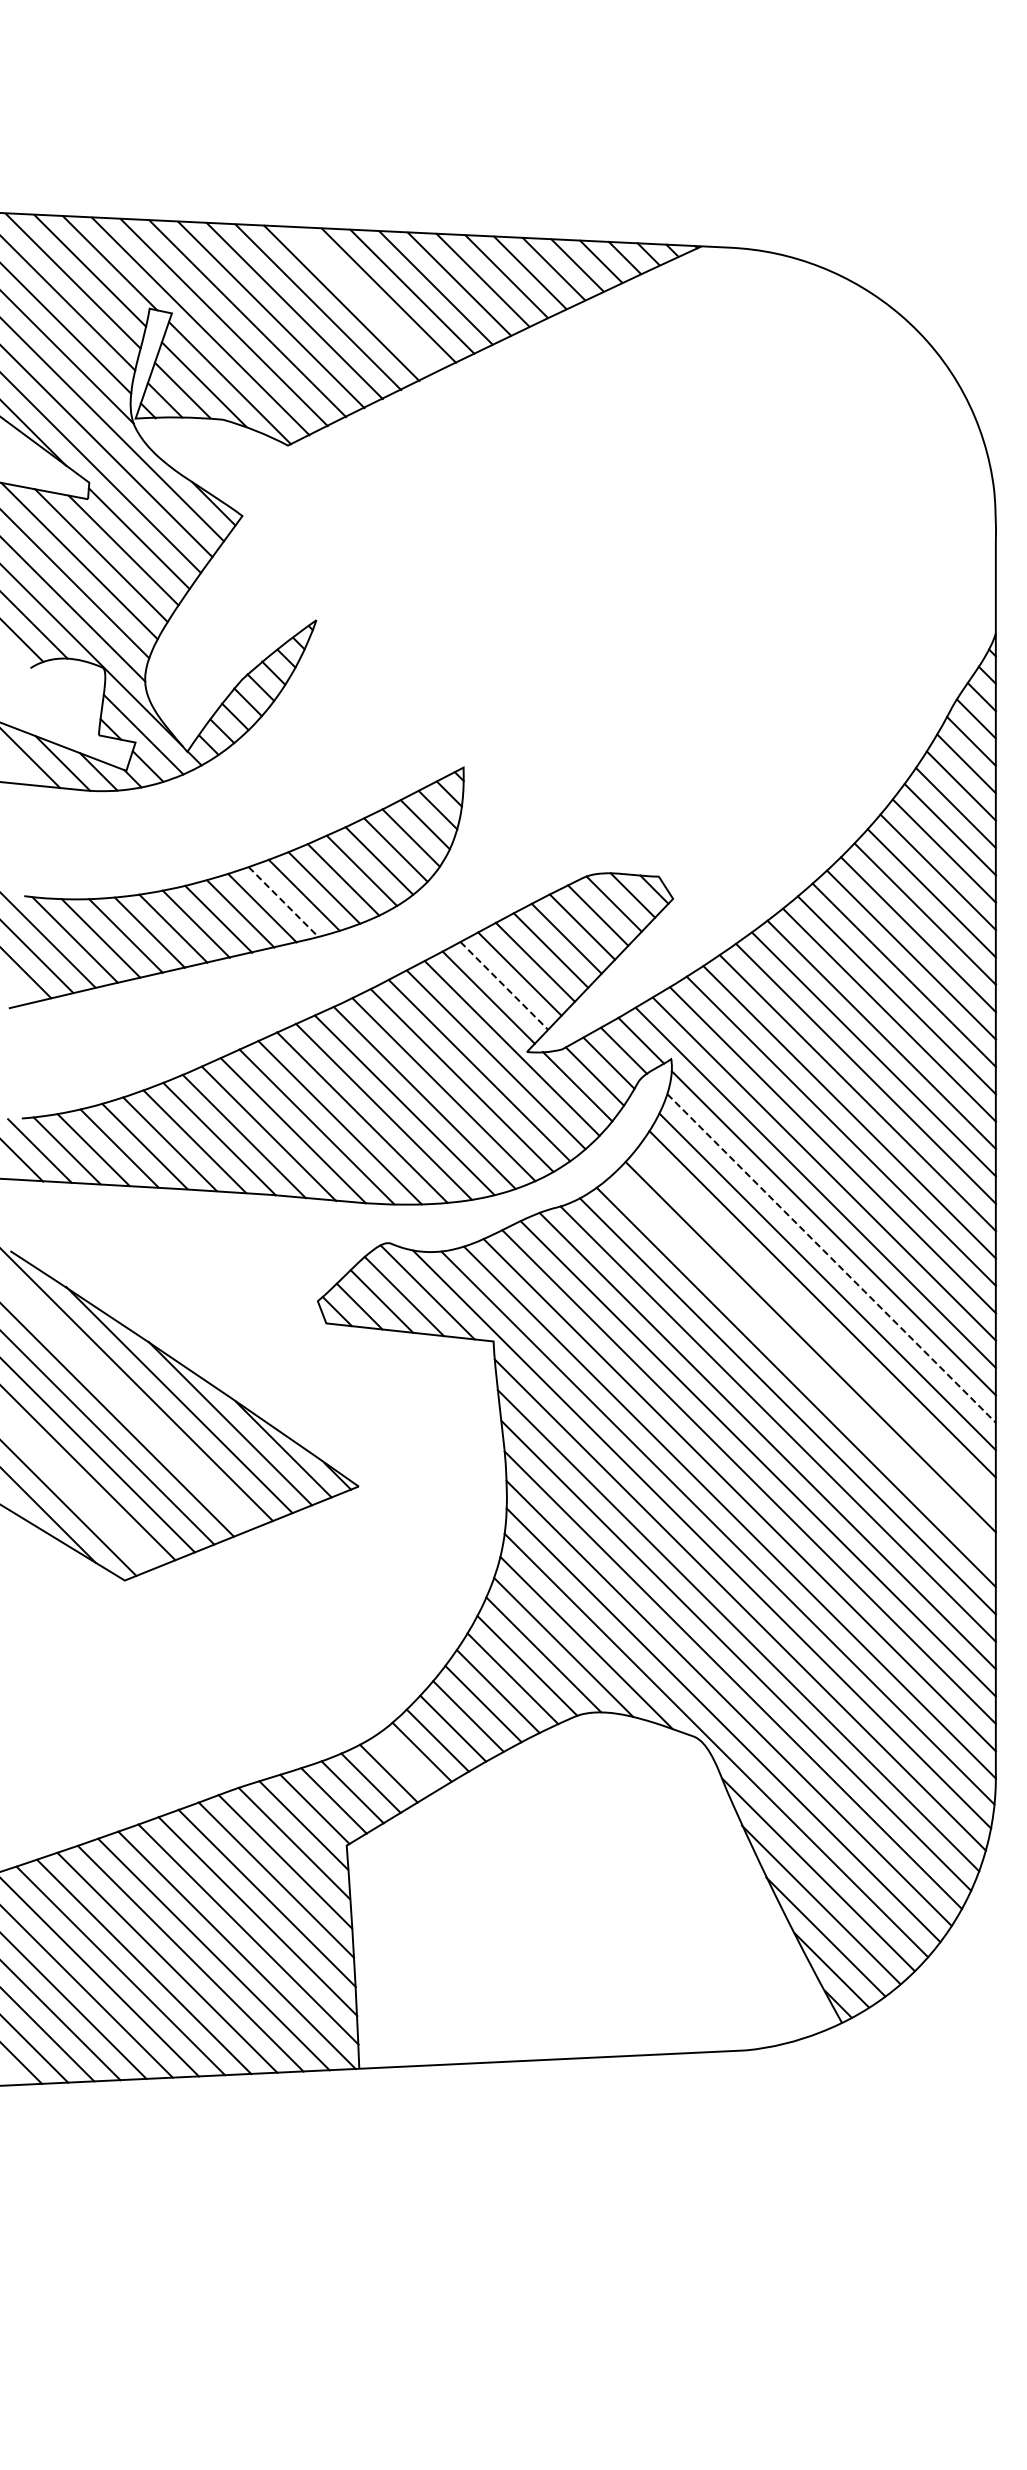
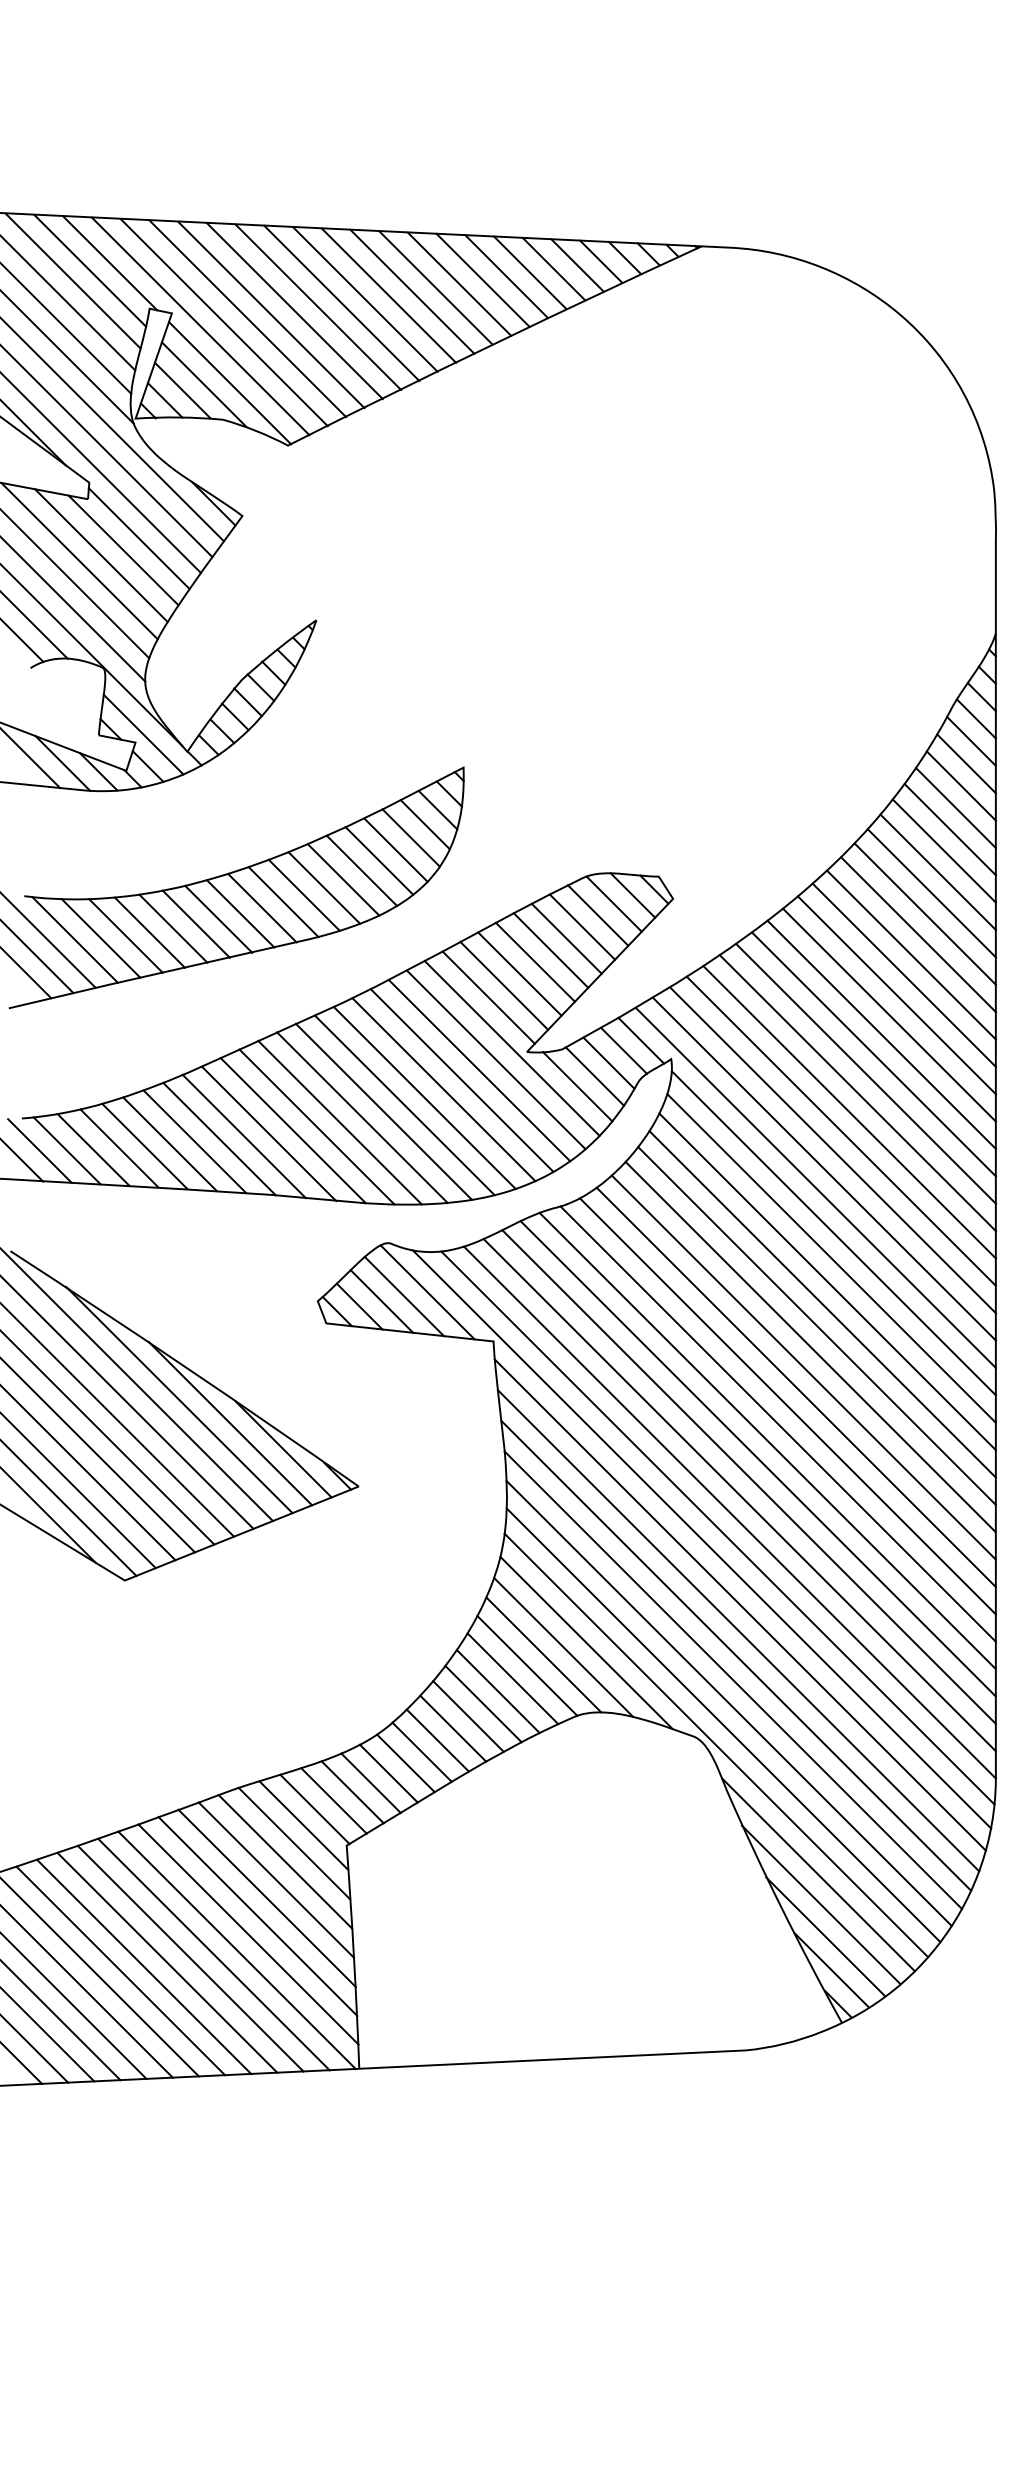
line at (365, 299): none -> present
line at (283, 902): dashed -> solid
line at (504, 986): dashed -> solid
line at (831, 1258): dashed -> solid
line at (816, 1325): none -> present
line at (803, 1367): none -> present
line at (127, 1402): none -> present
line at (78, 1491): none -> present
line at (405, 1763): none -> present
